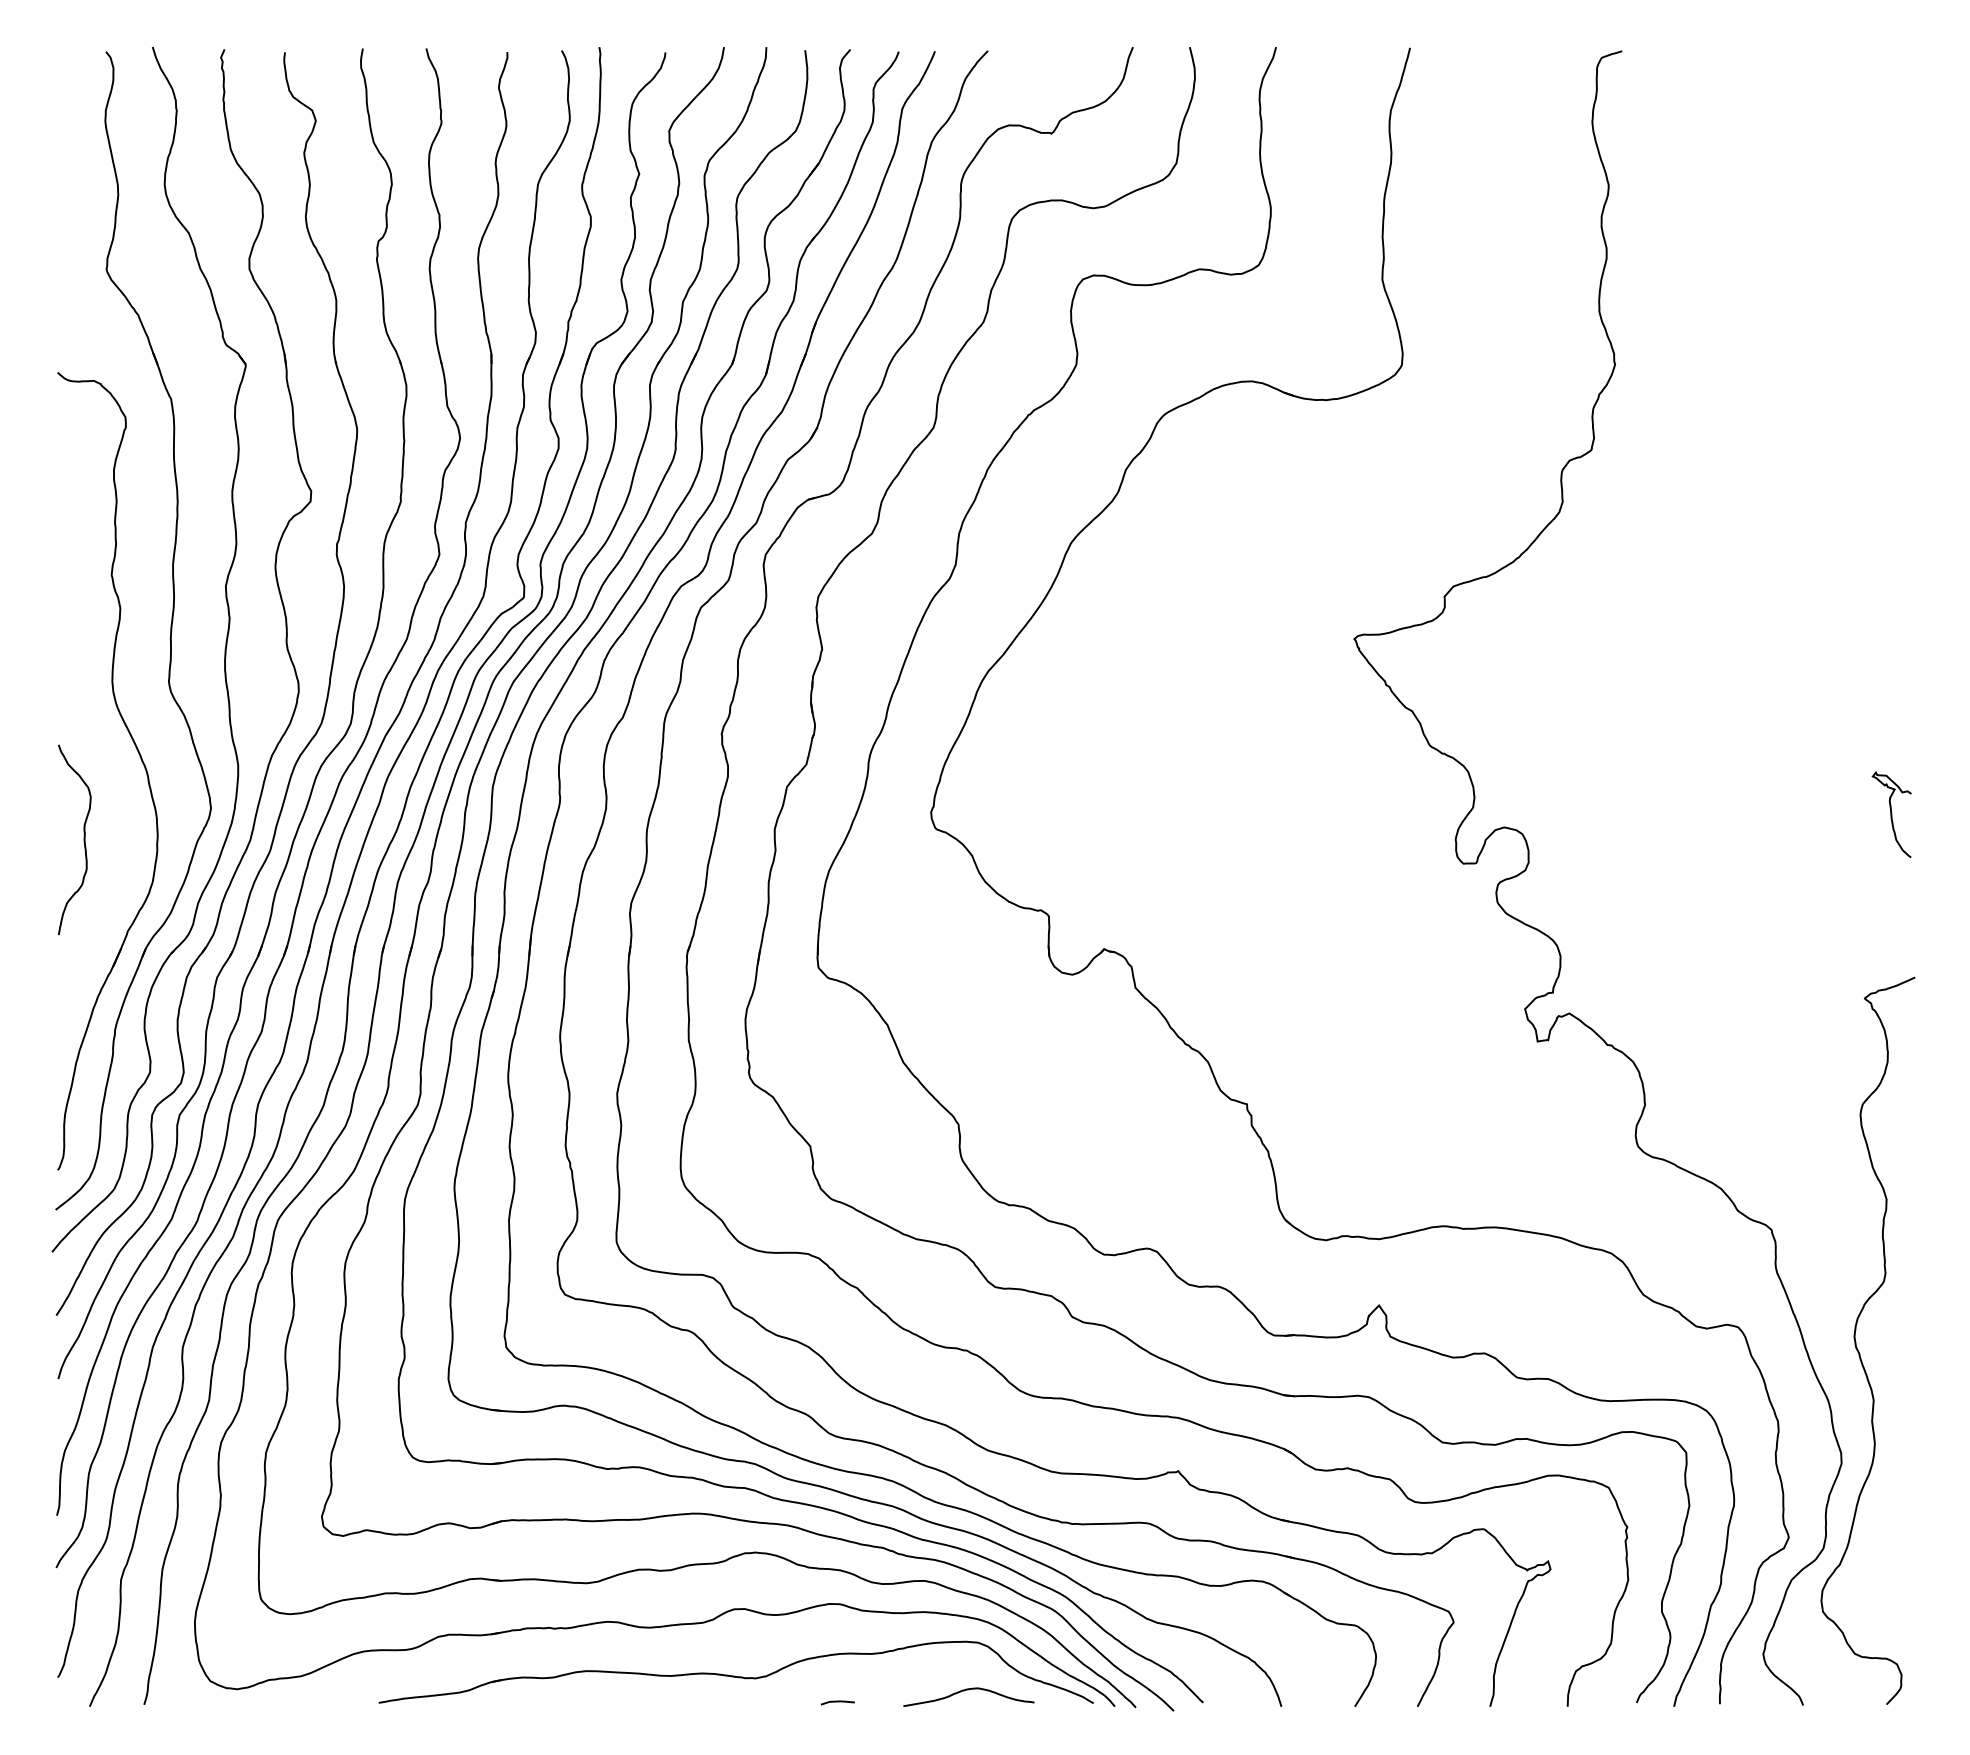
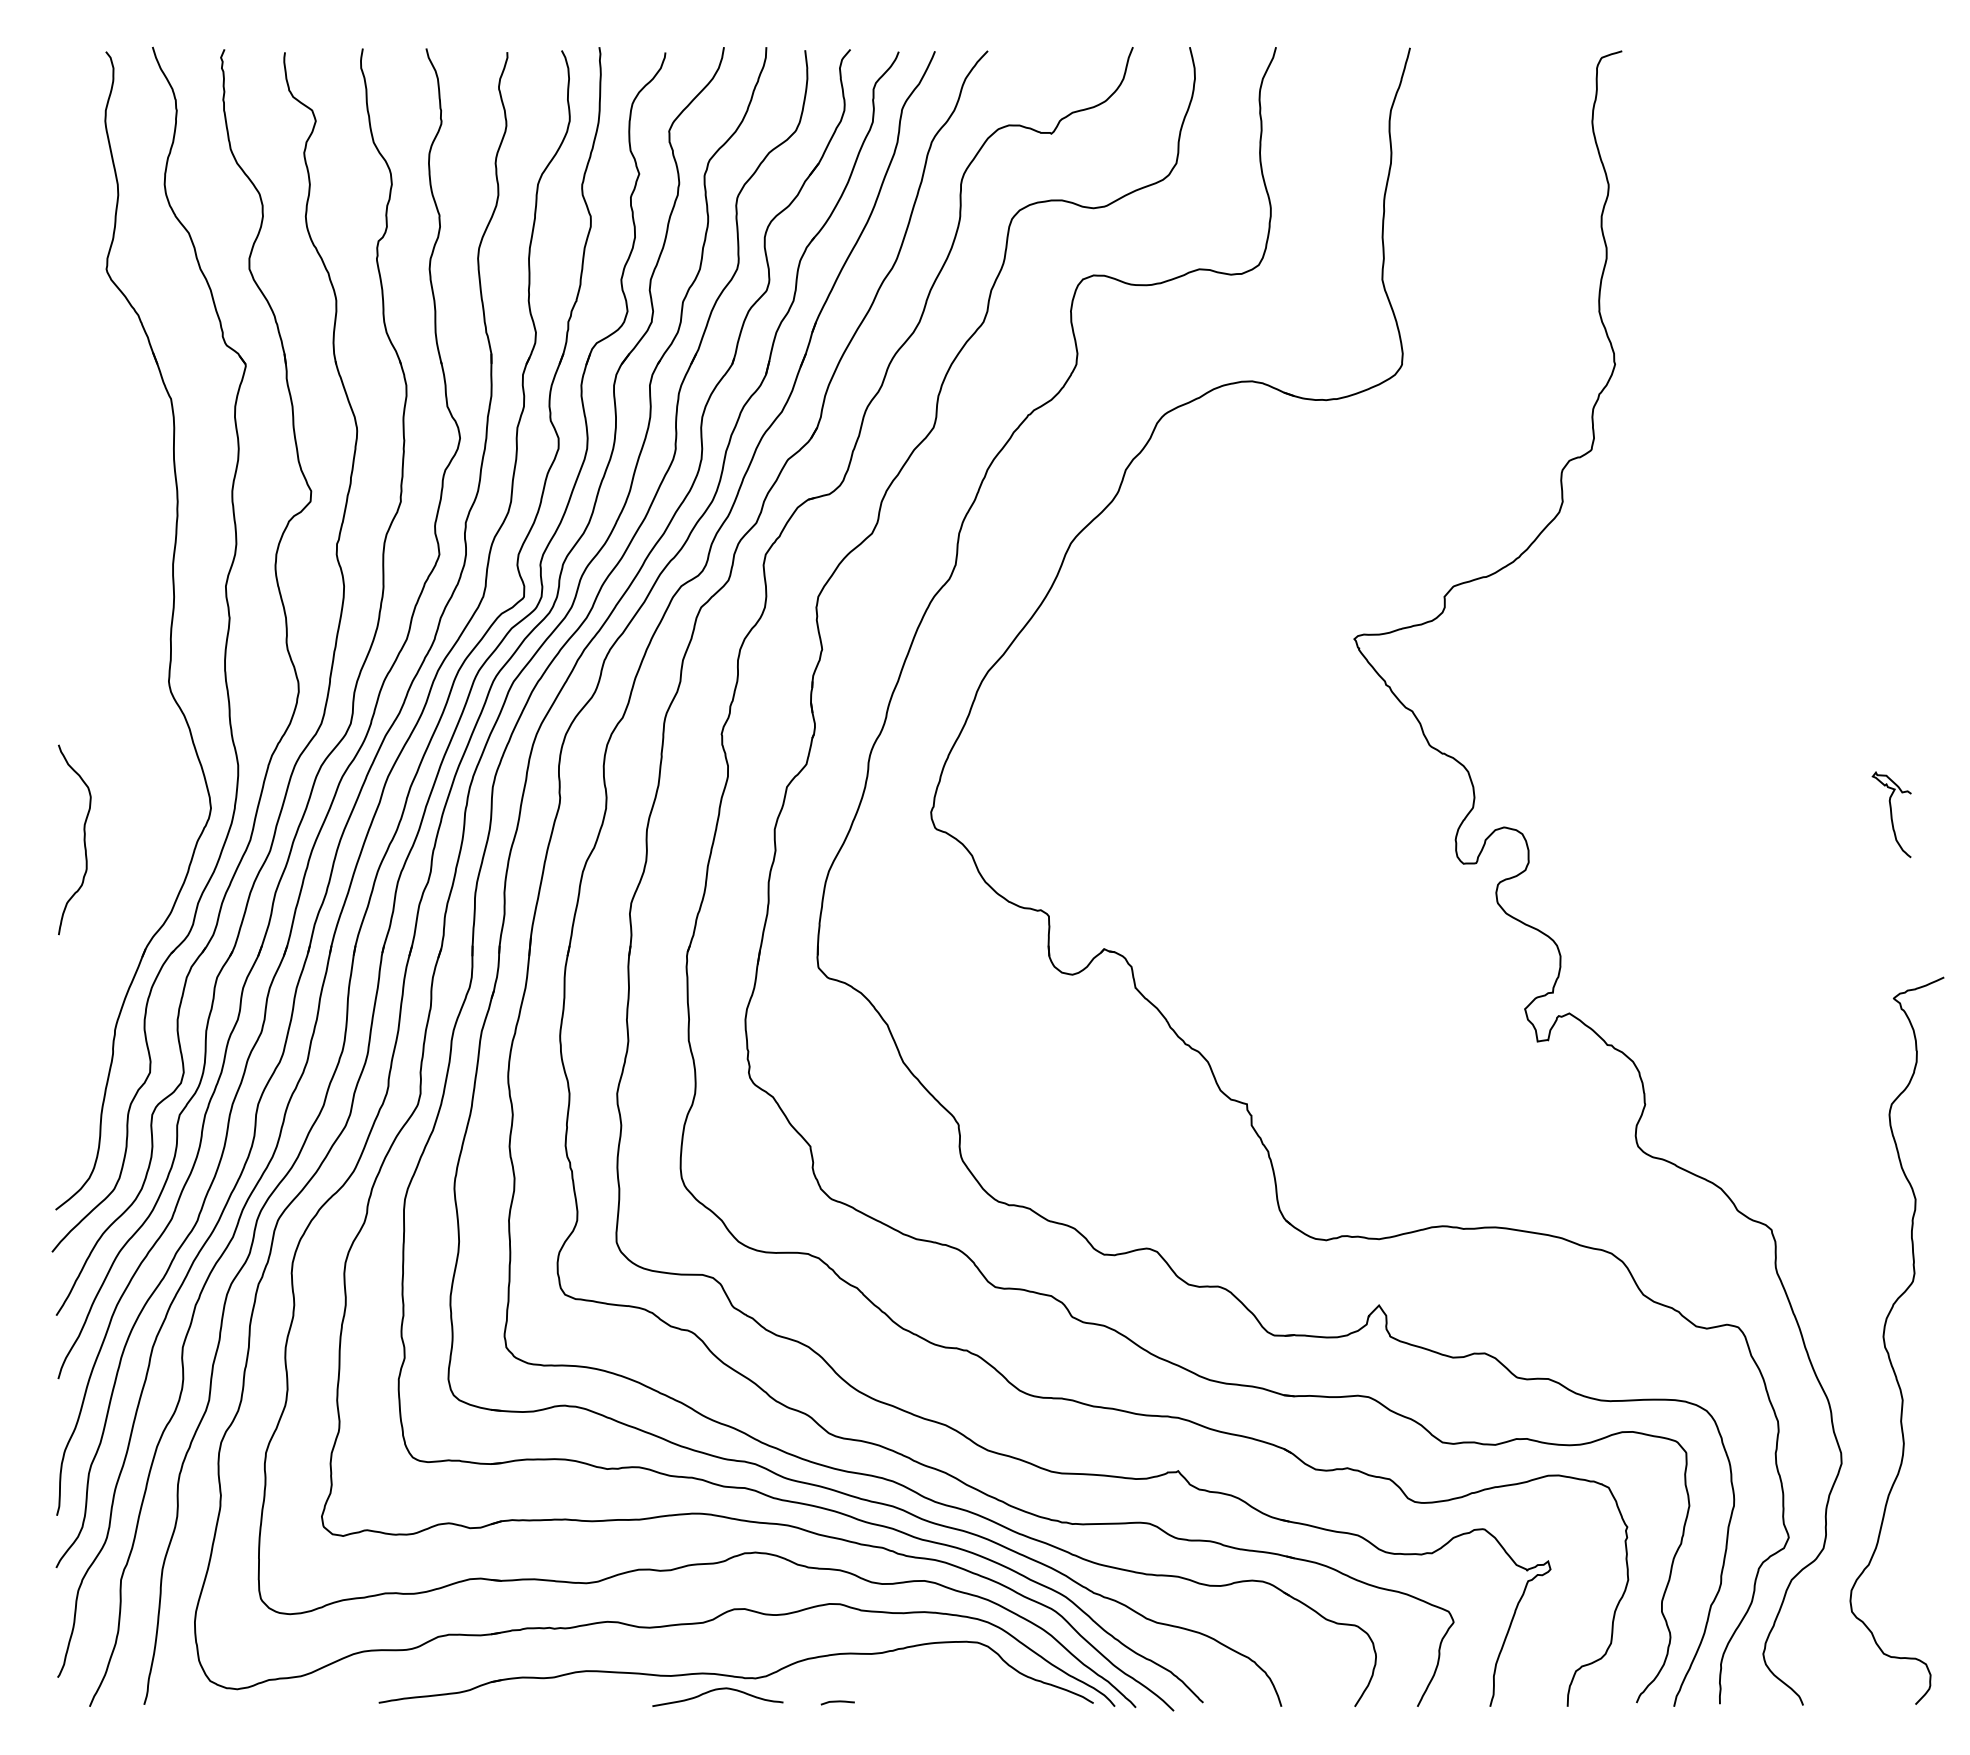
part at (140, 759): present -> none
curve at (1856, 1341) position: (1856, 1341) -> (1885, 1341)
curve at (968, 1690) position: (968, 1690) -> (717, 1690)
